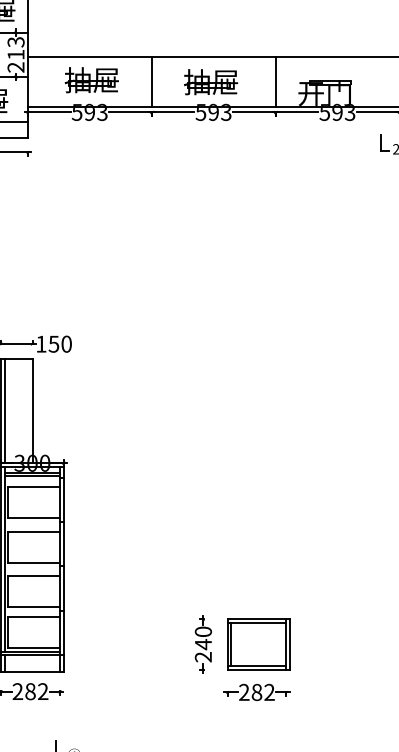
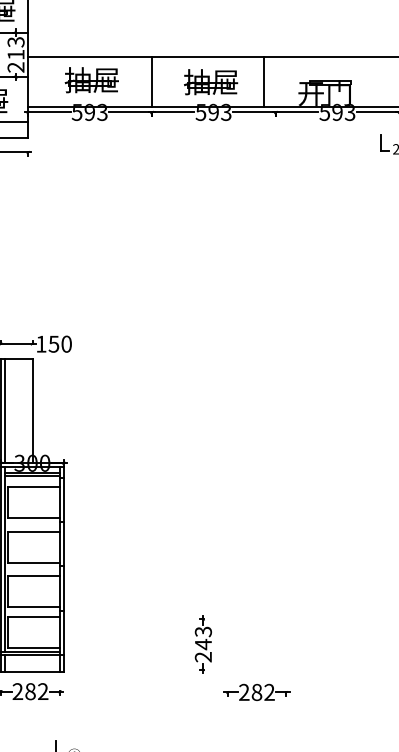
line at (275, 81) position: (275, 81) -> (263, 81)
text at (203, 631): 240 -> 243
part at (258, 644): present -> none
